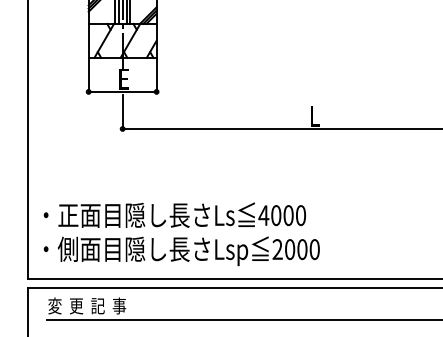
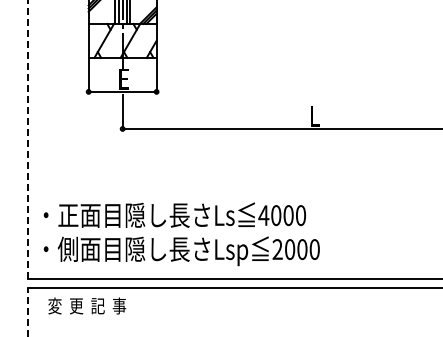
line at (27, 139): solid -> dashed
line at (27, 312): solid -> dashed
line at (243, 319): present -> none
